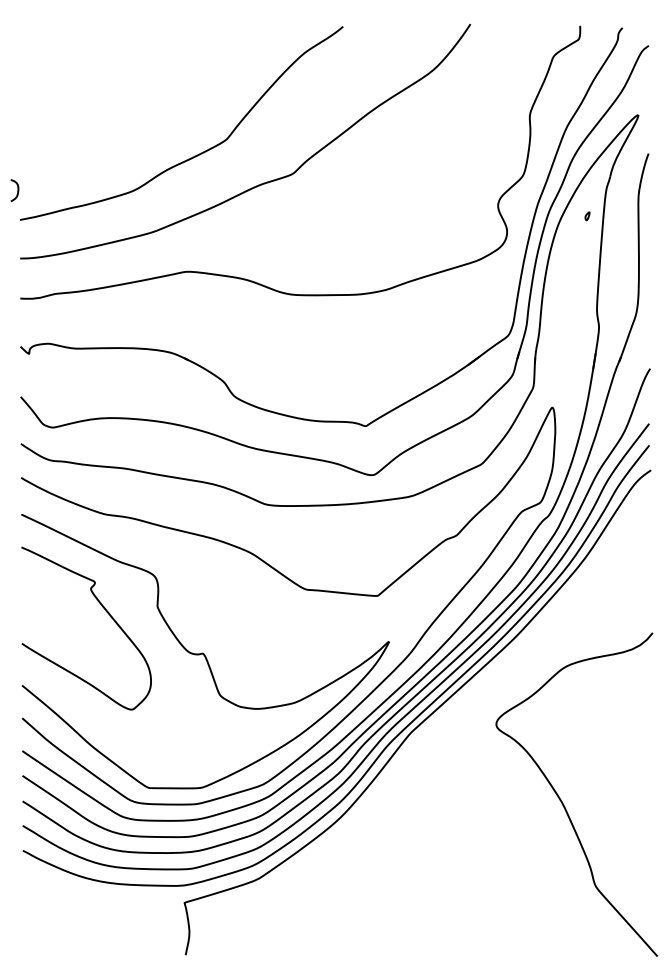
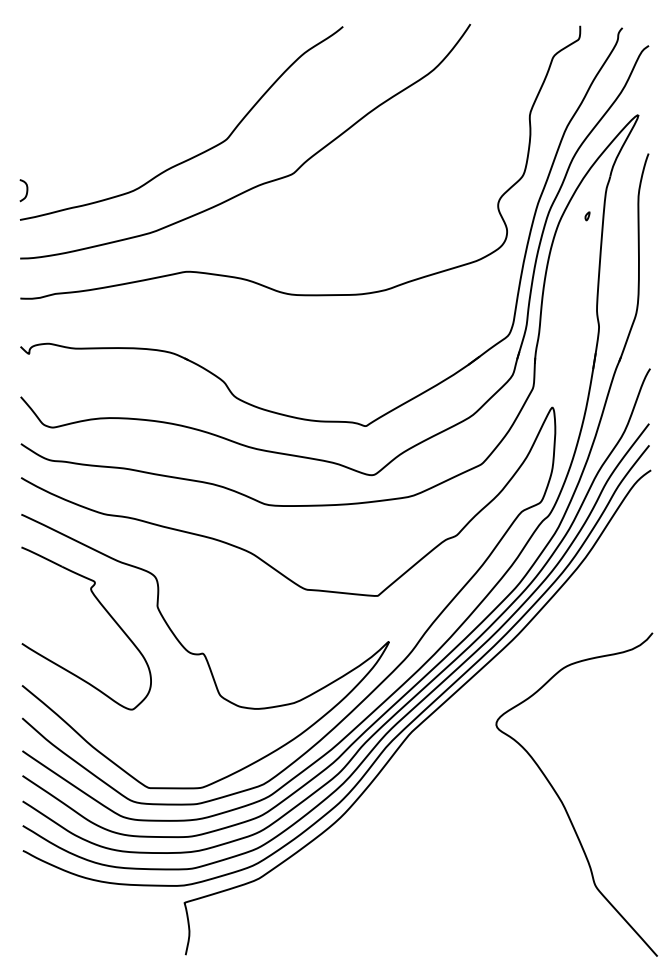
curve at (17, 190) position: (17, 190) -> (26, 190)
